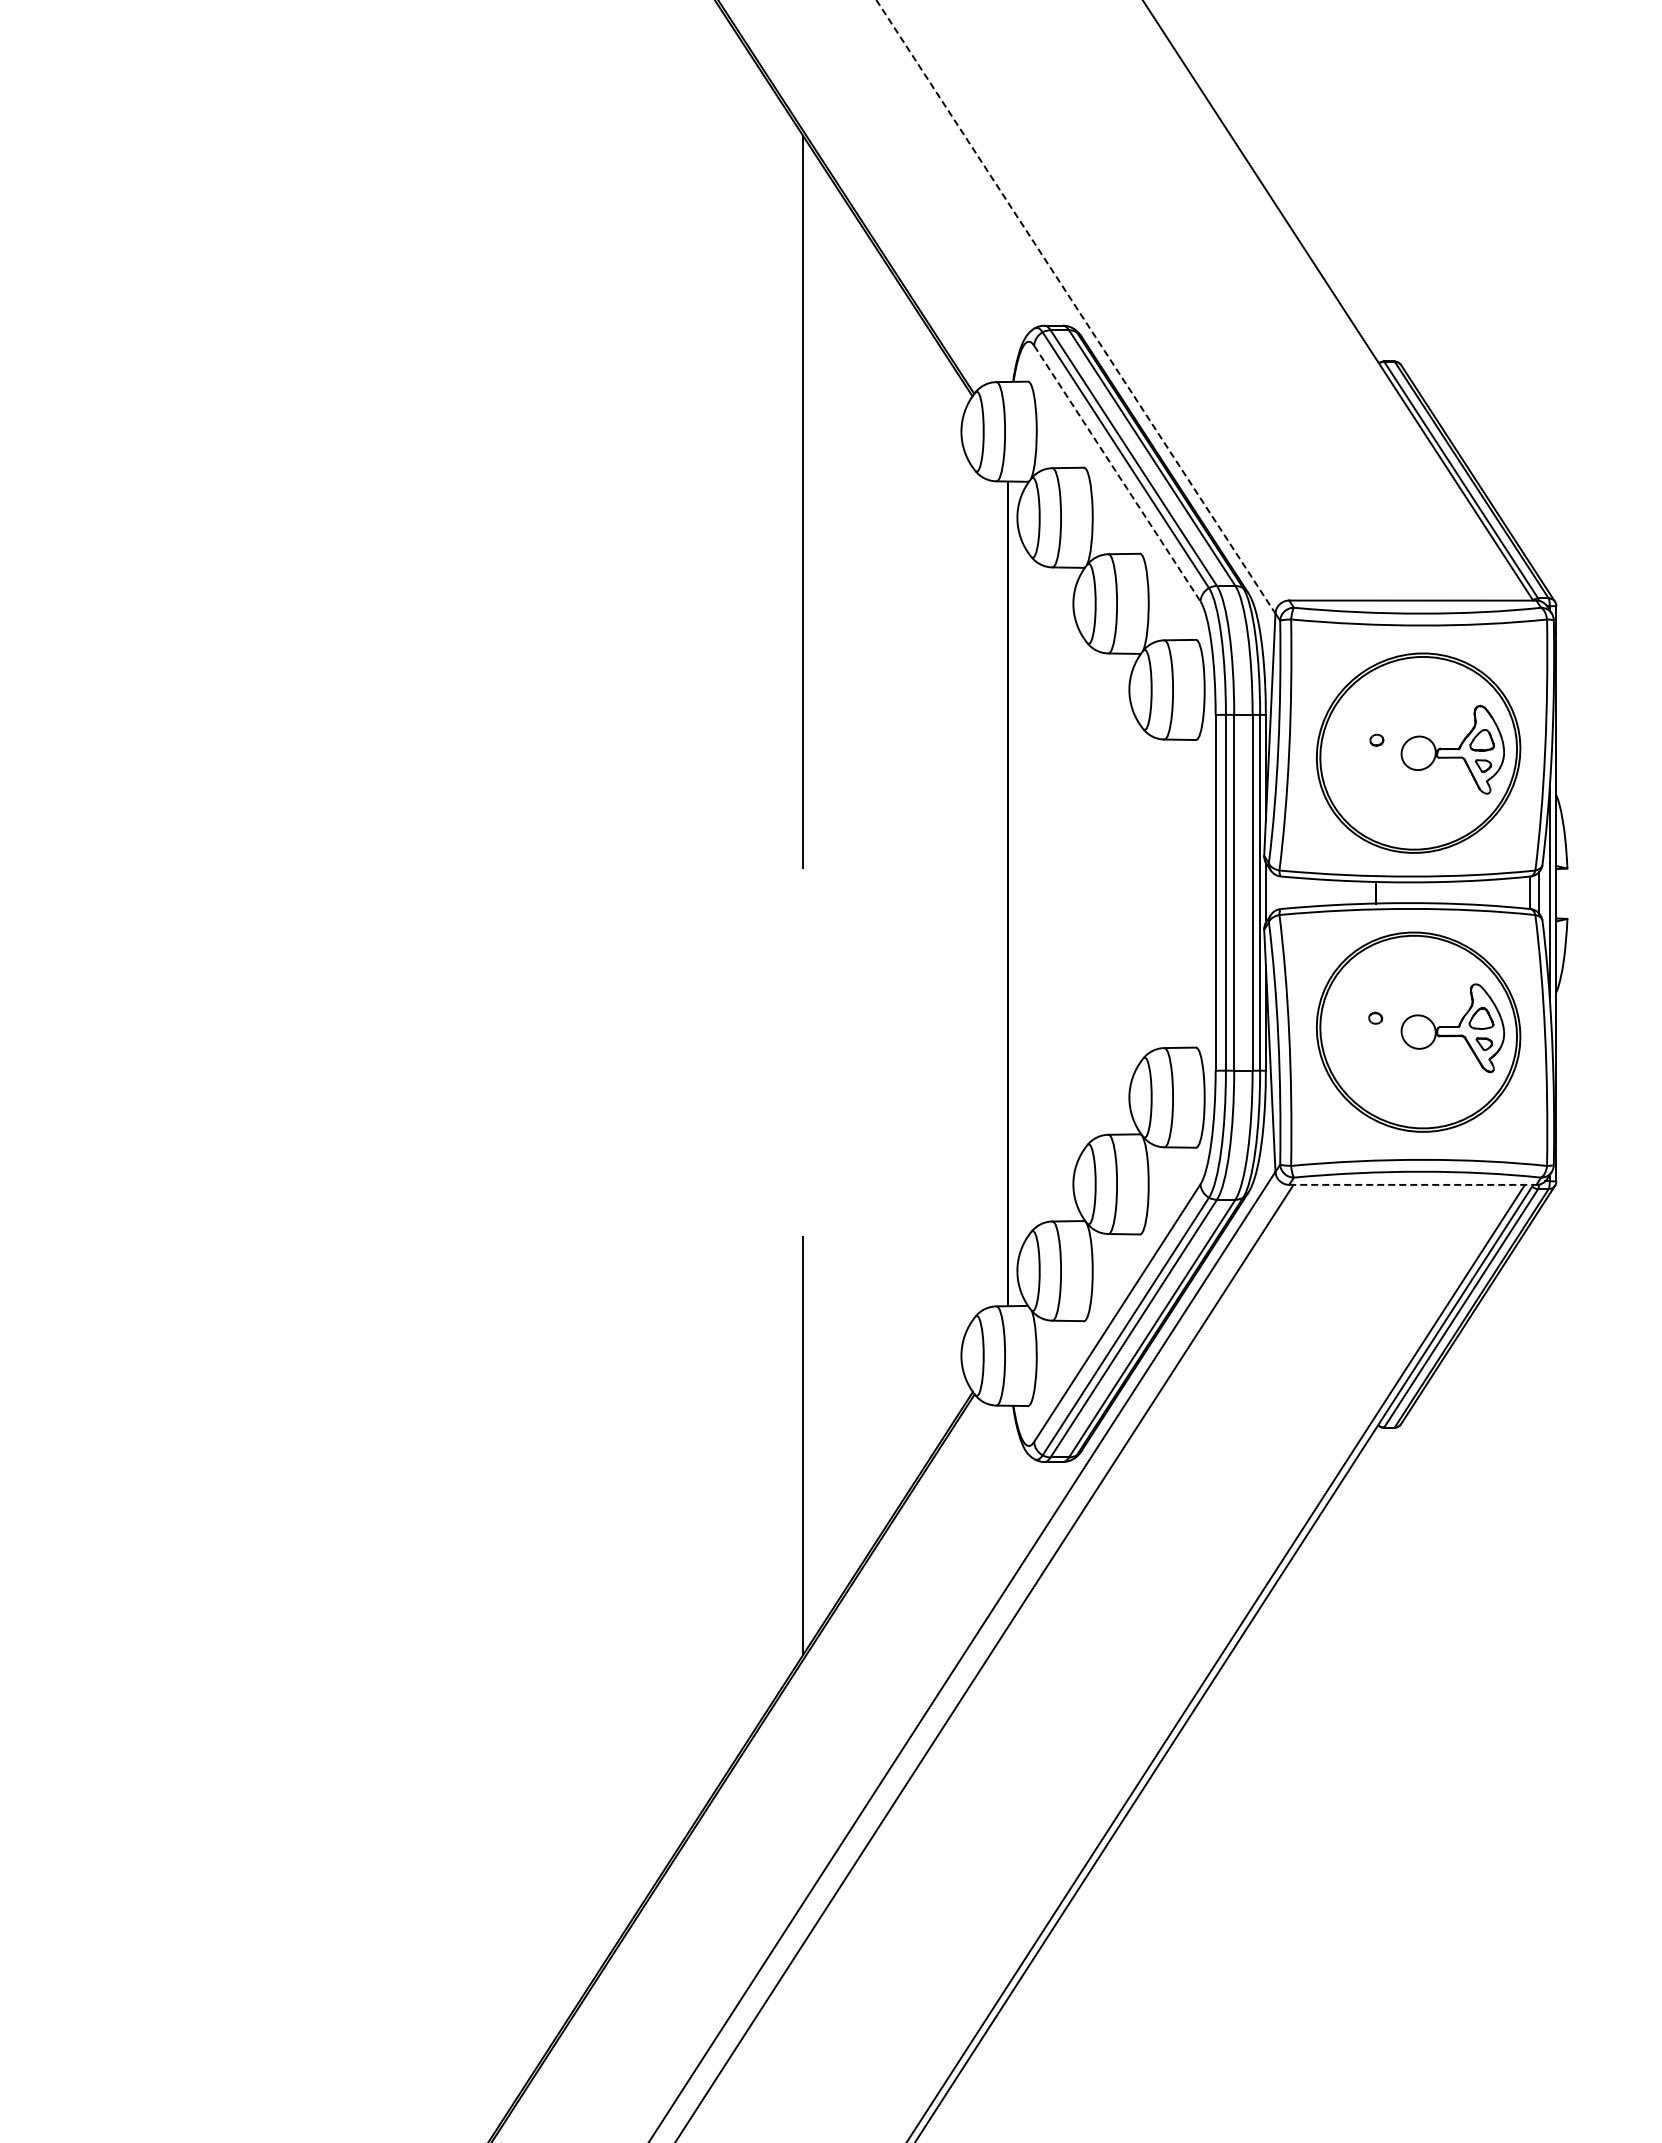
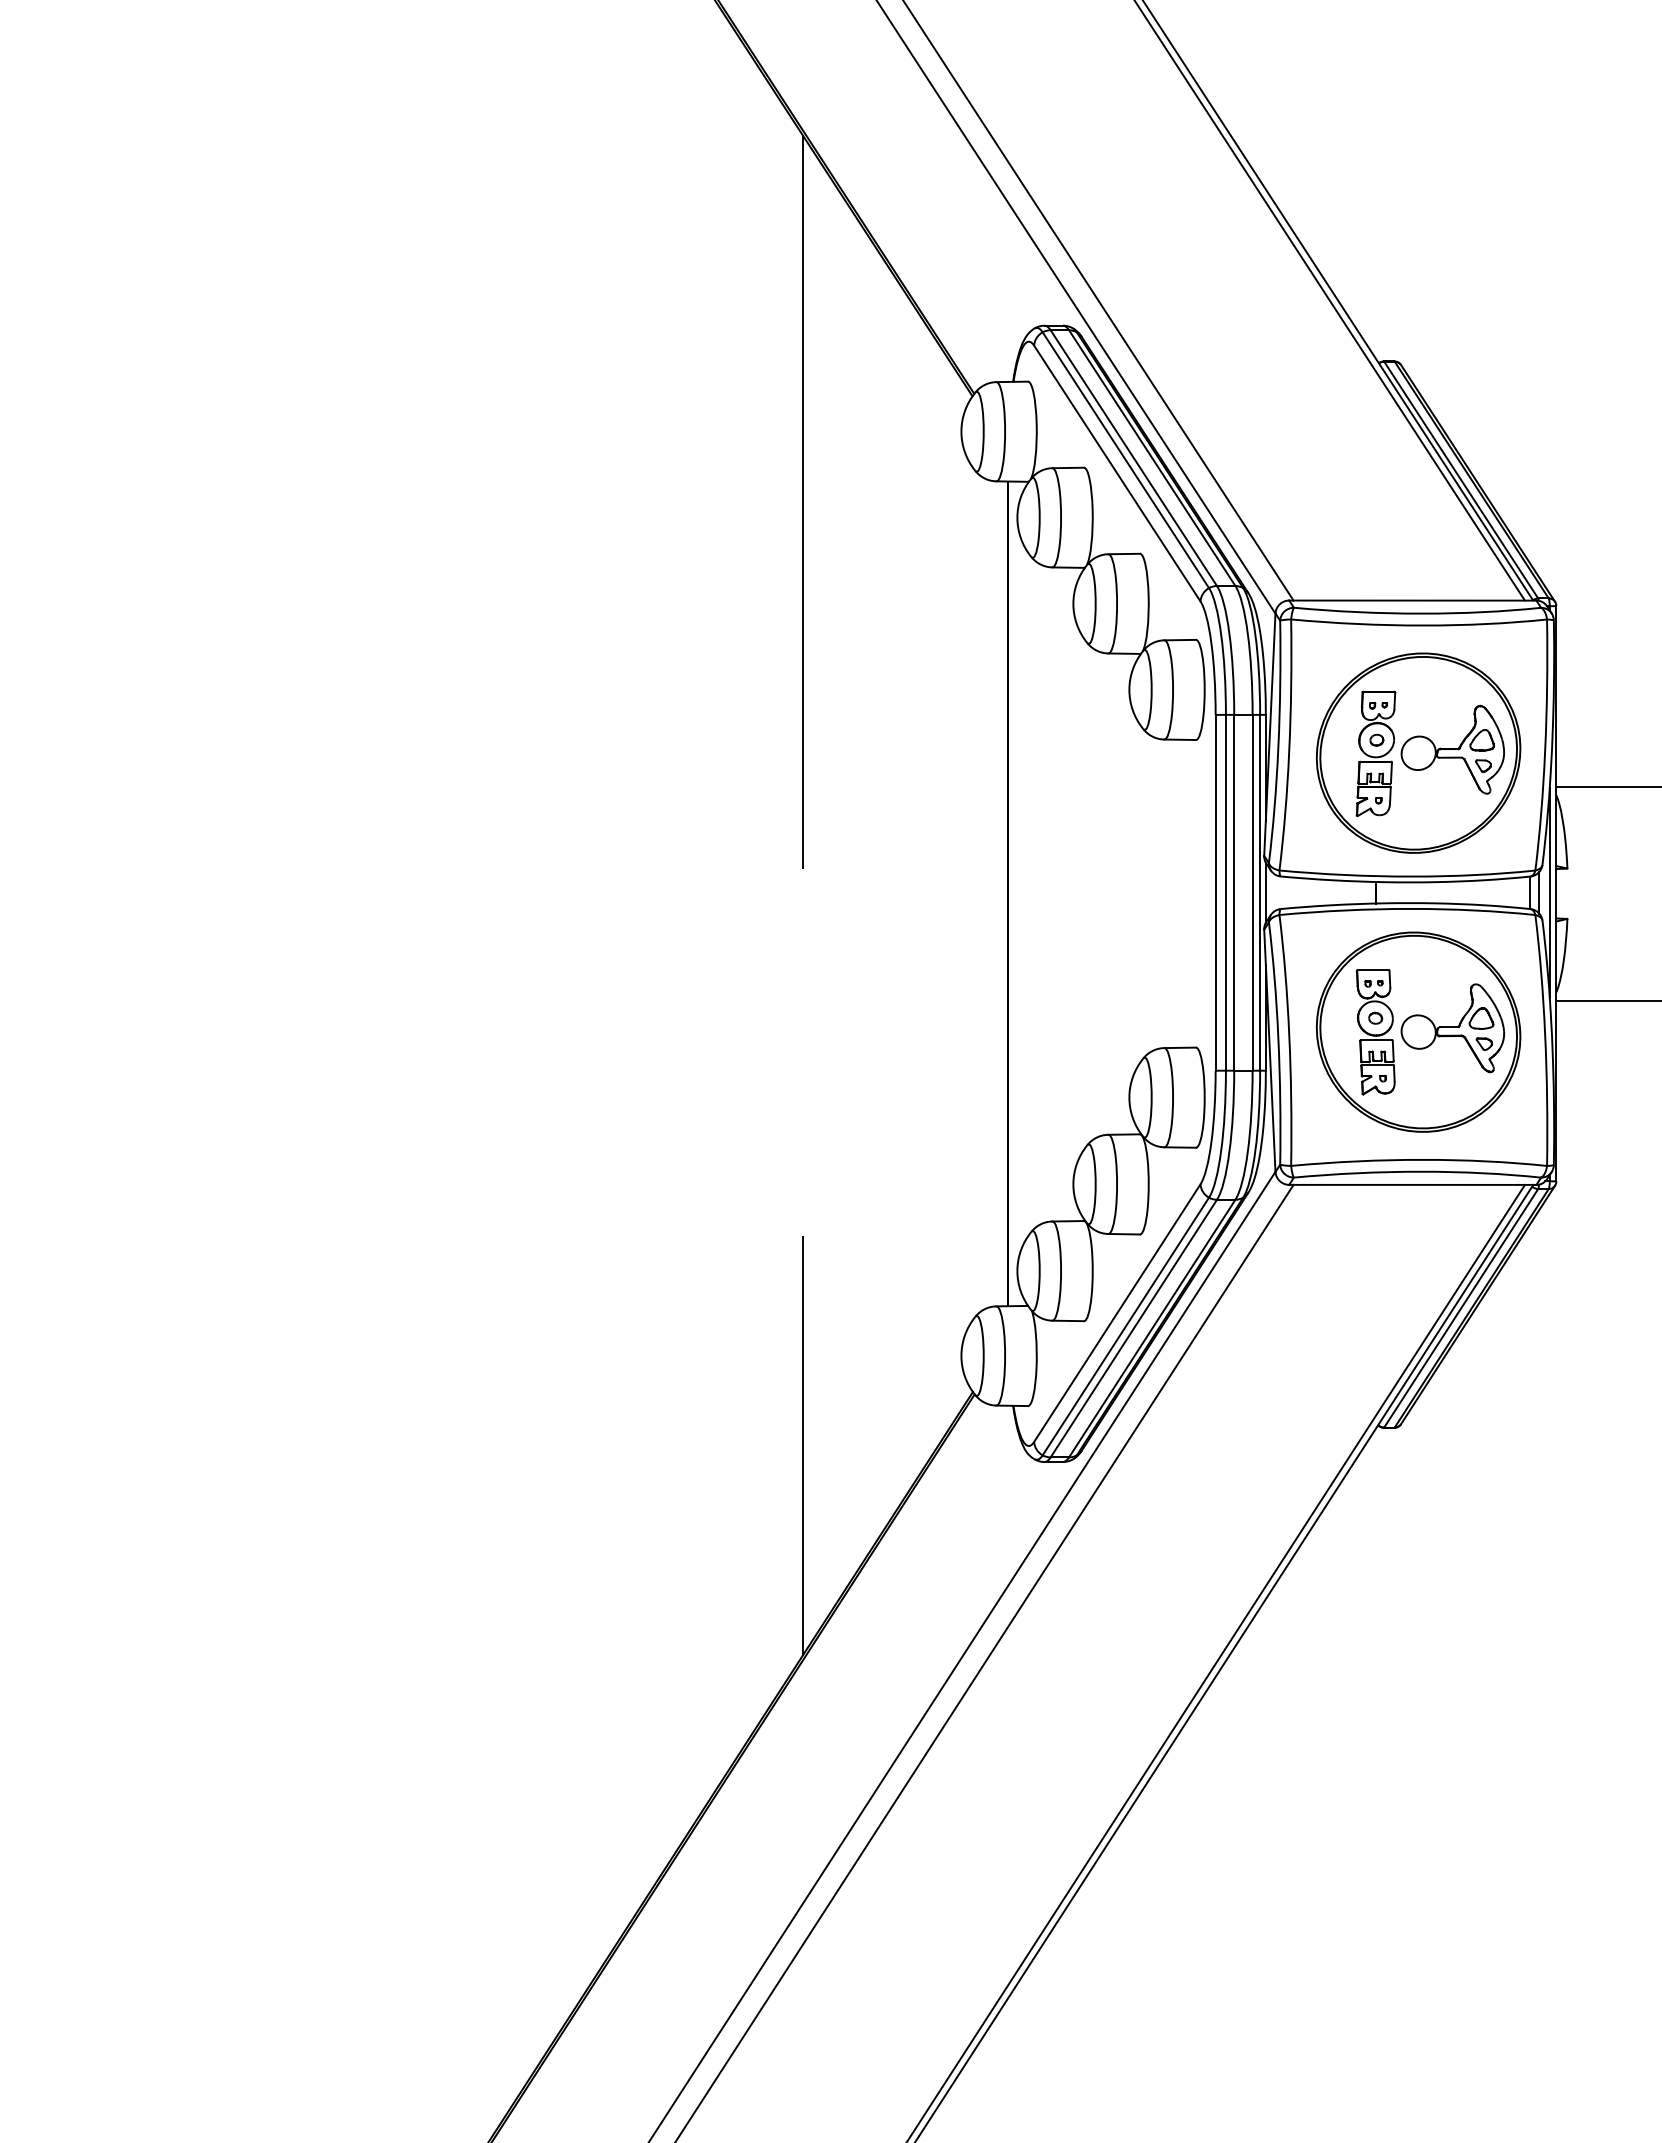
line at (1098, 301): none -> present
line at (1329, 301): none -> present
line at (1076, 306): dashed -> solid
line at (1117, 473): dashed -> solid
part at (1375, 753): none -> present
line at (1607, 787): none -> present
line at (1607, 1000): none -> present
part at (1375, 1032): none -> present
line at (1412, 1184): dashed -> solid
